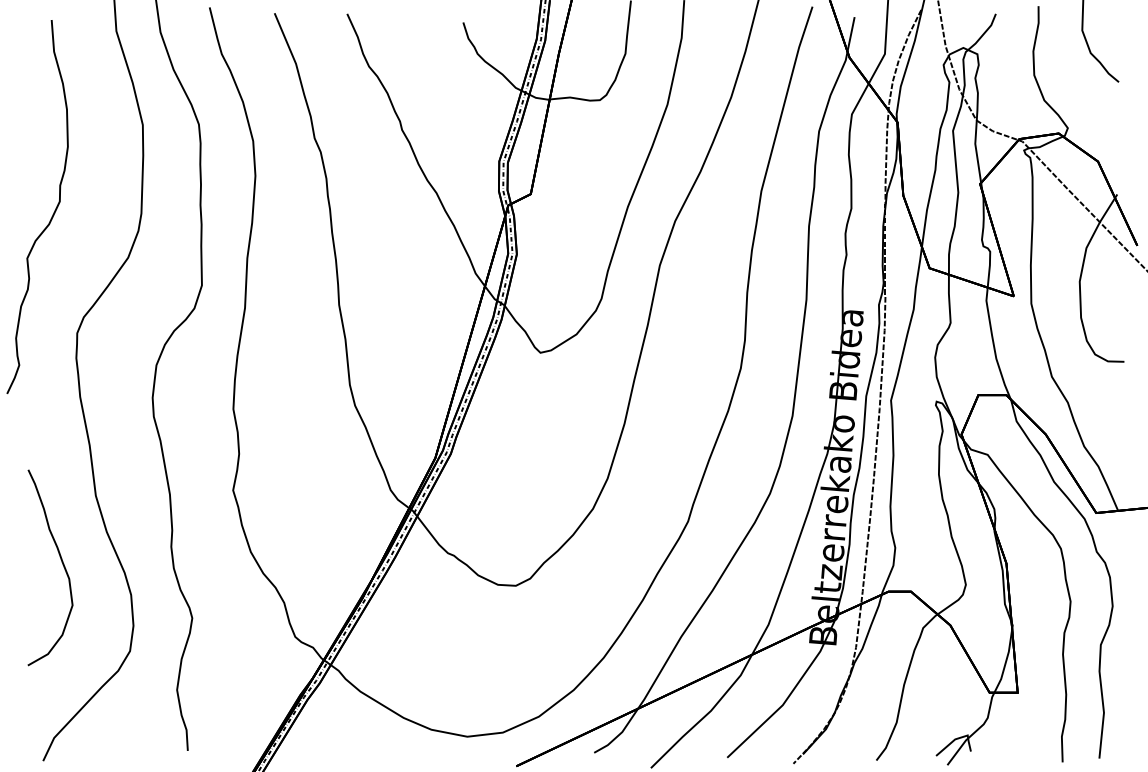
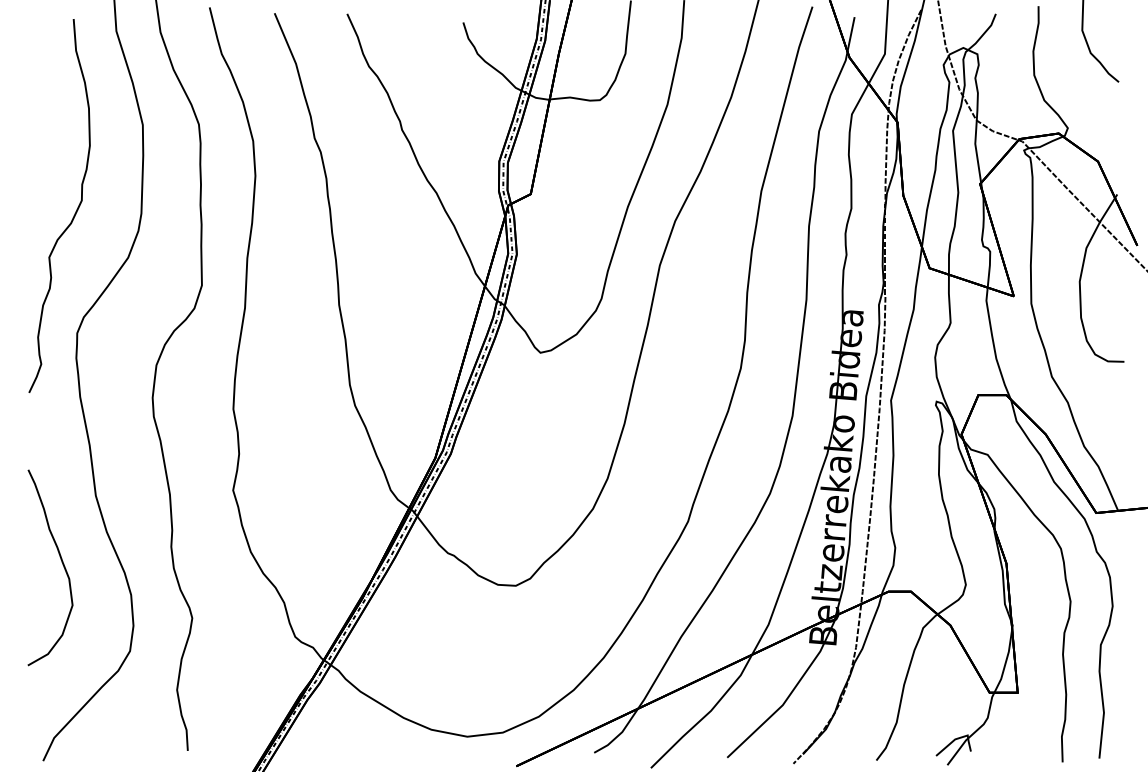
curve at (52, 214) position: (52, 214) -> (74, 213)
